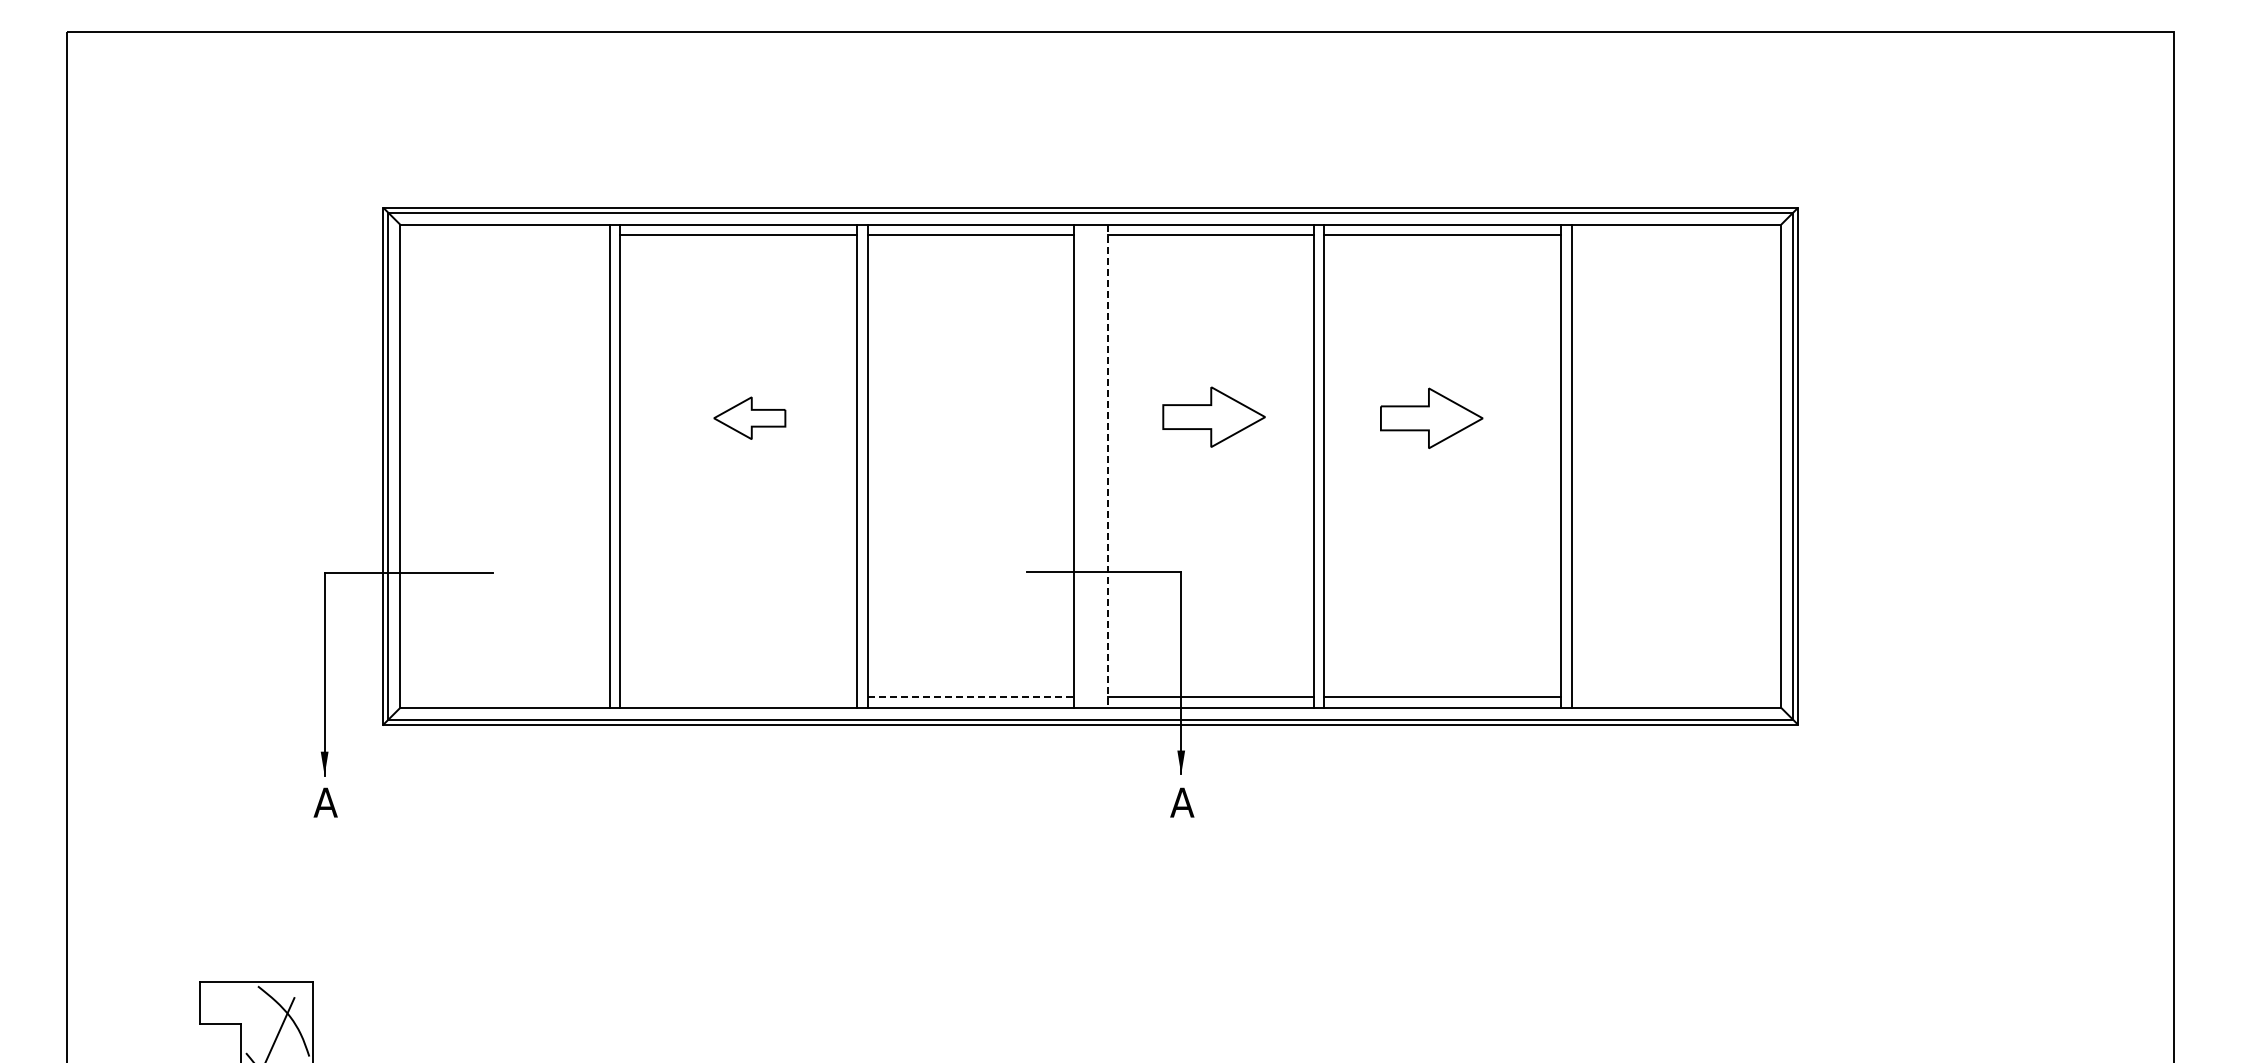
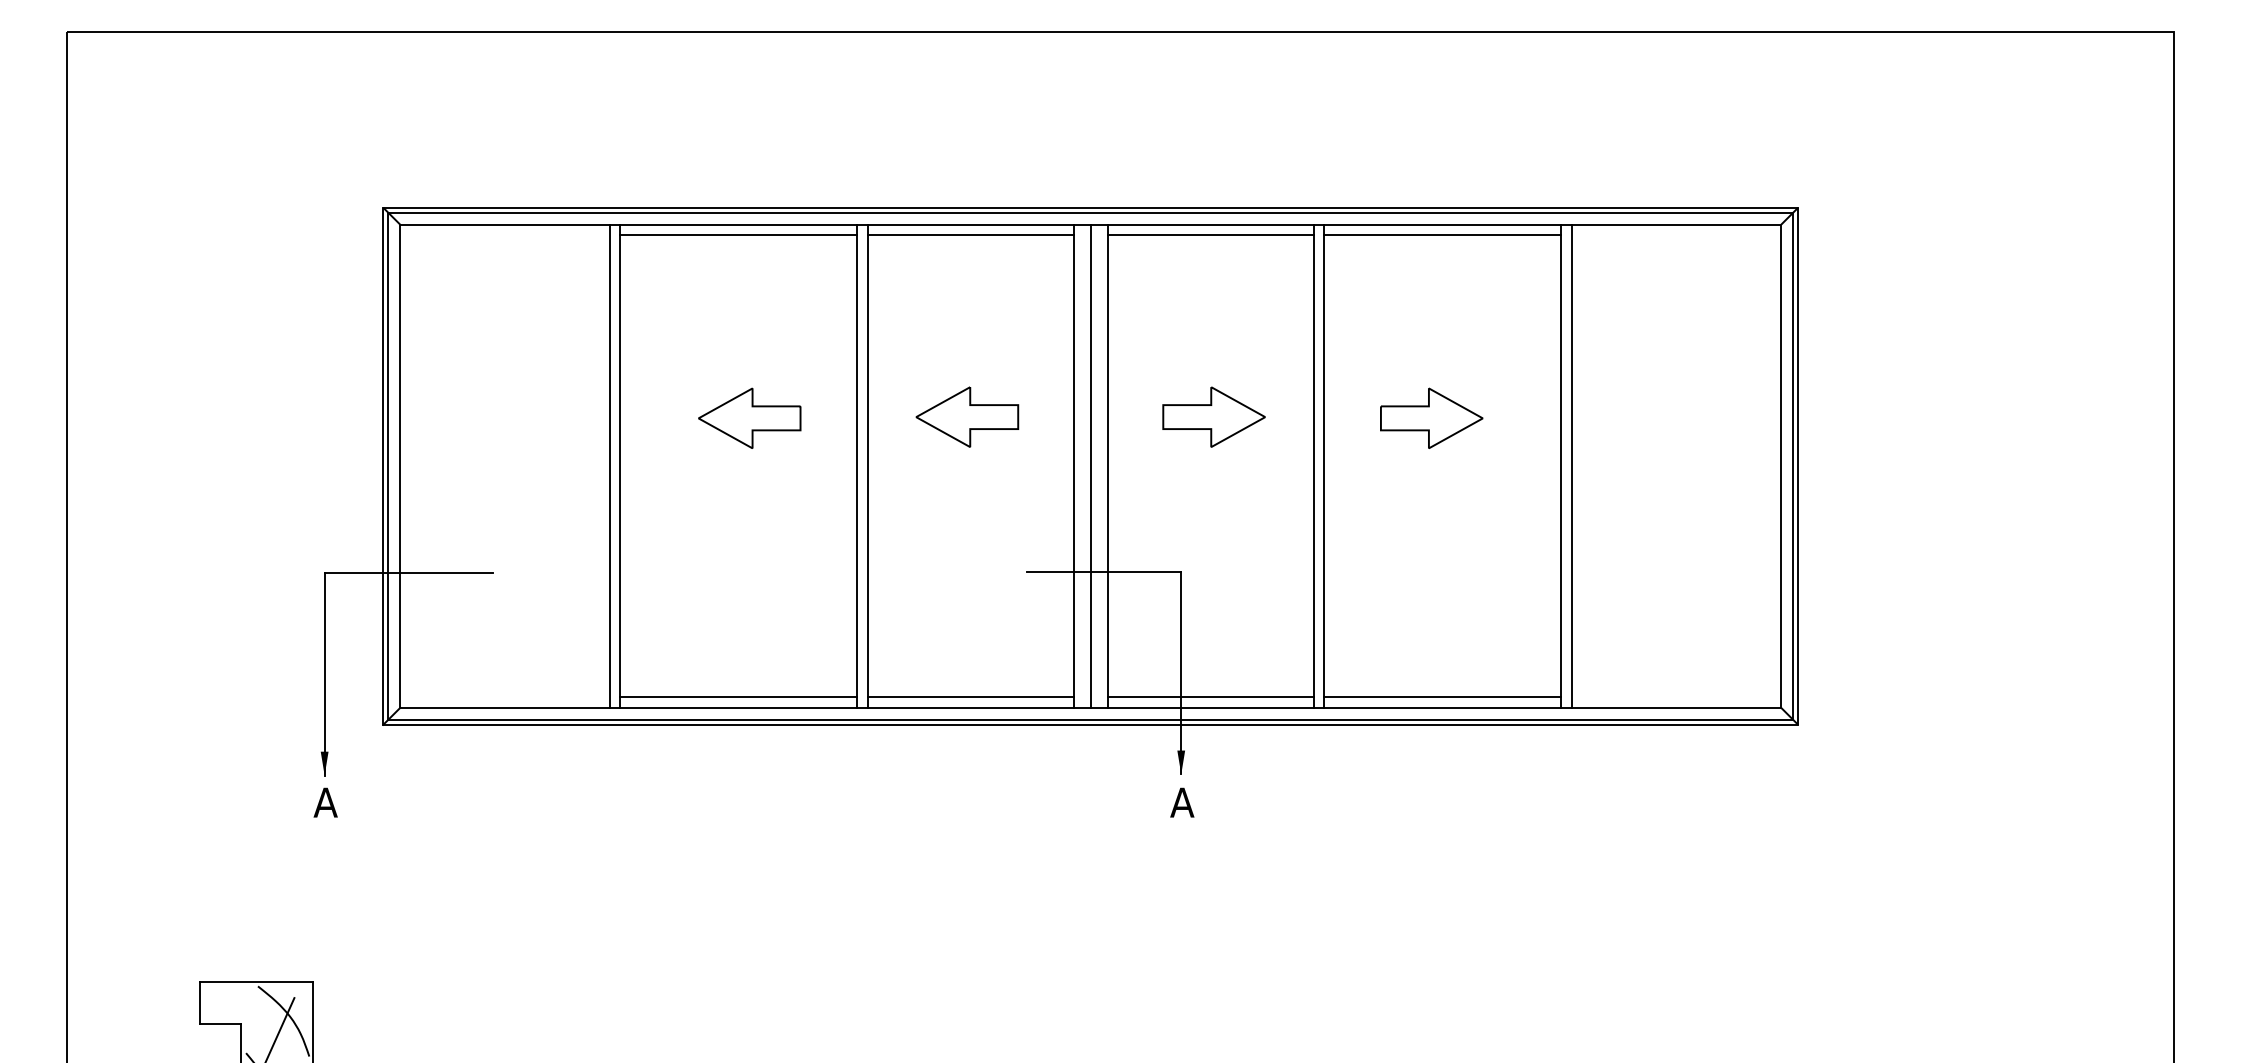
part at (967, 416): none -> present
part at (749, 417) size: 74x44 px -> 104x62 px
line at (1090, 465): none -> present
line at (1107, 466): dashed -> solid
line at (738, 697): none -> present
line at (970, 697): dashed -> solid
